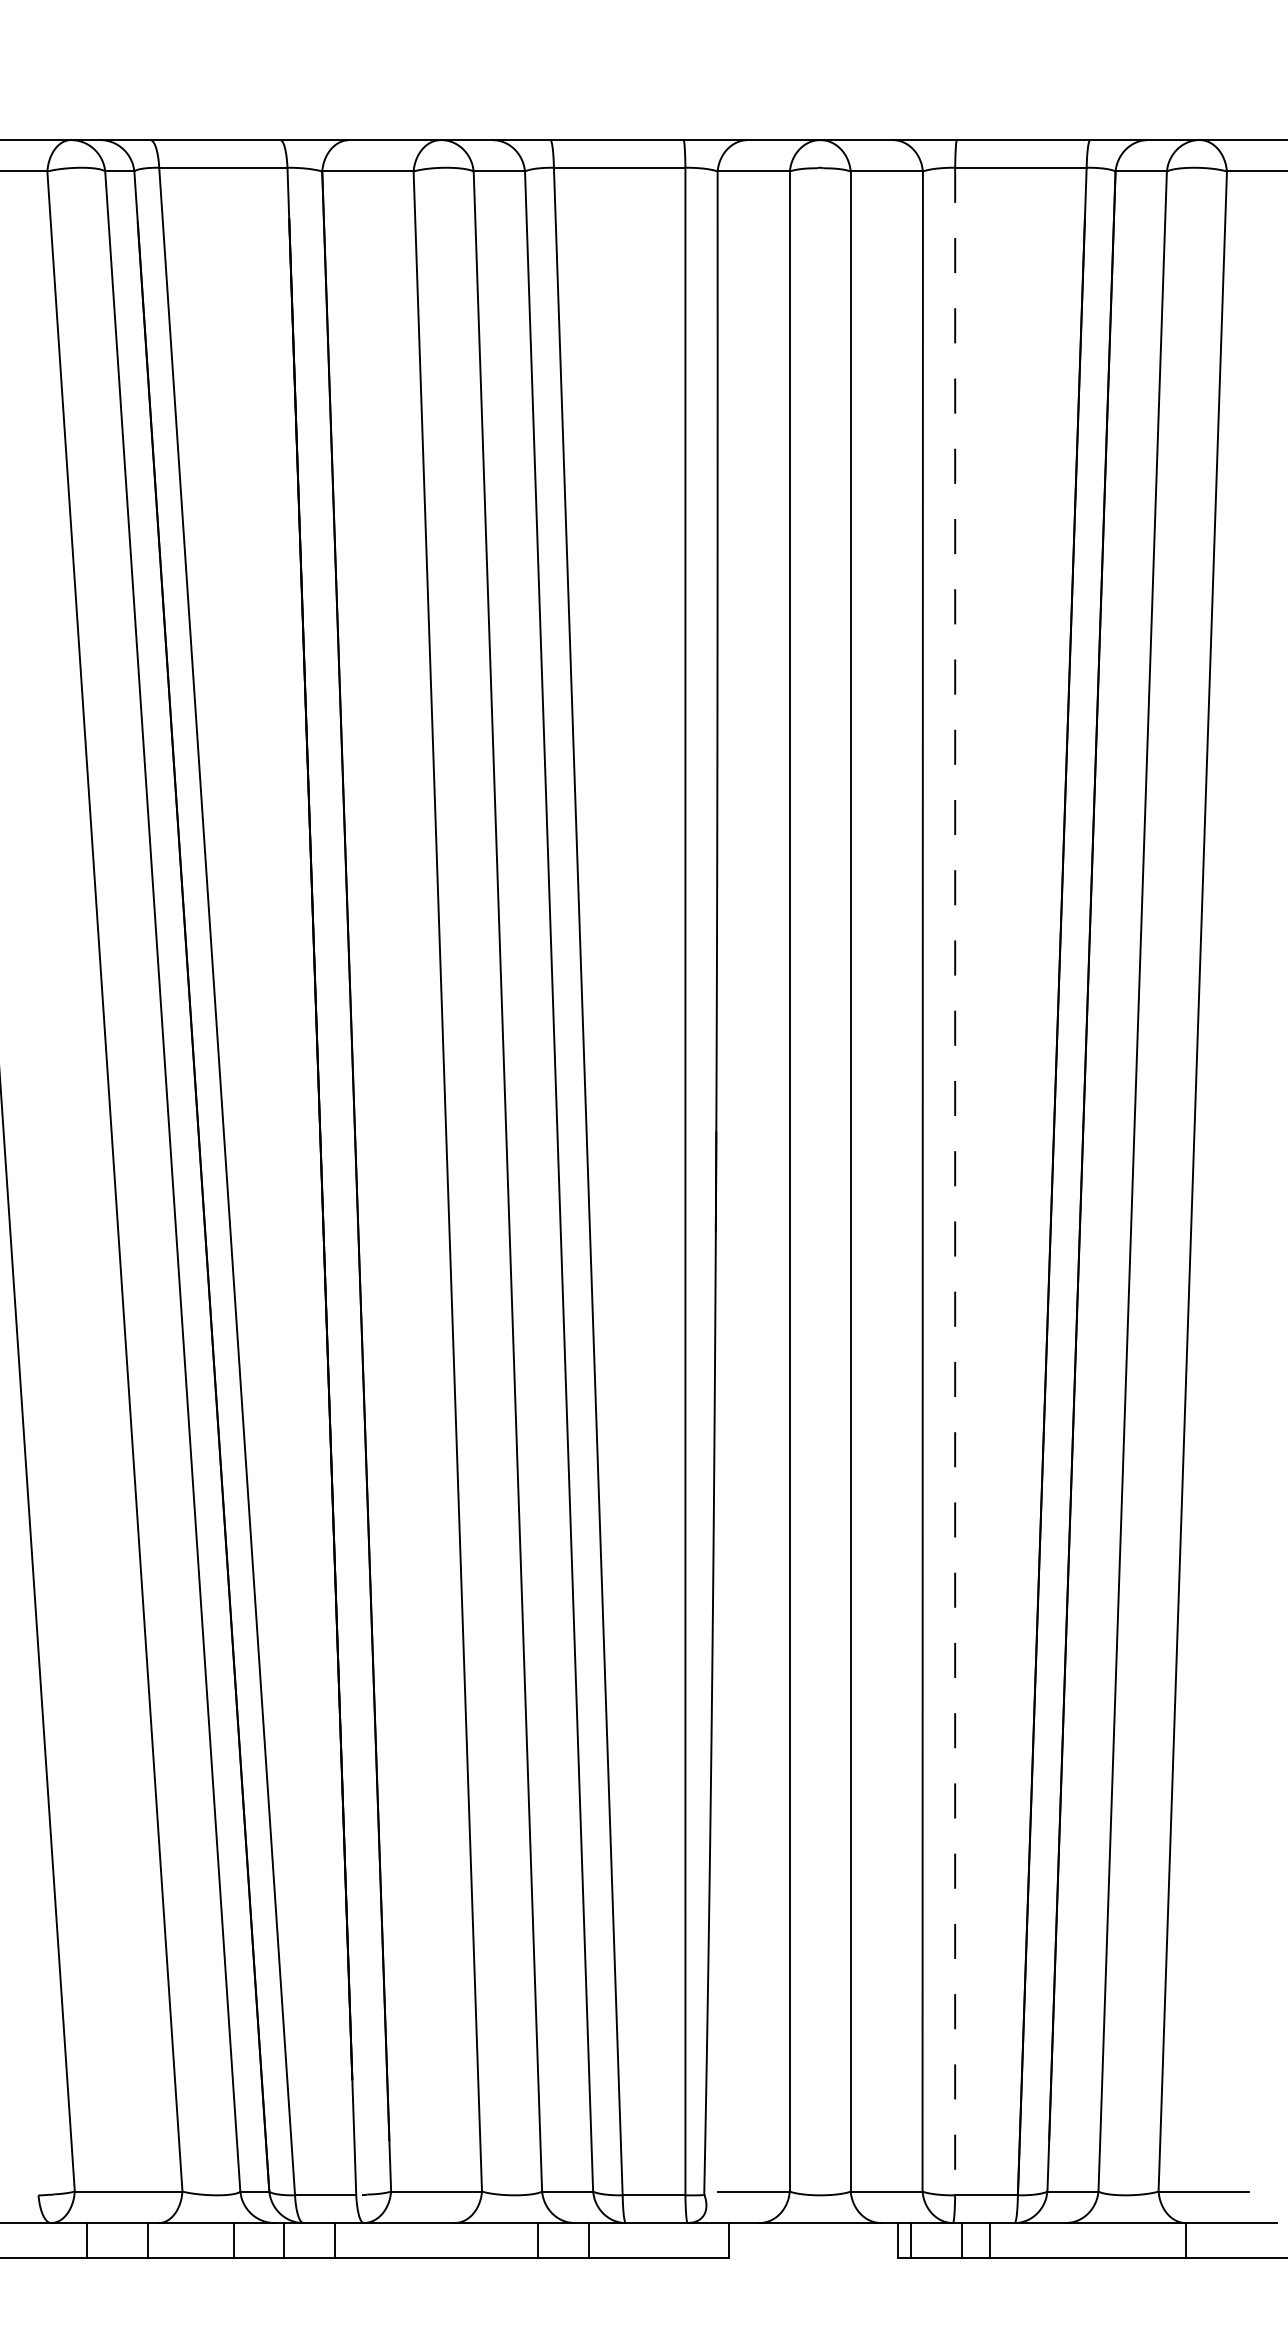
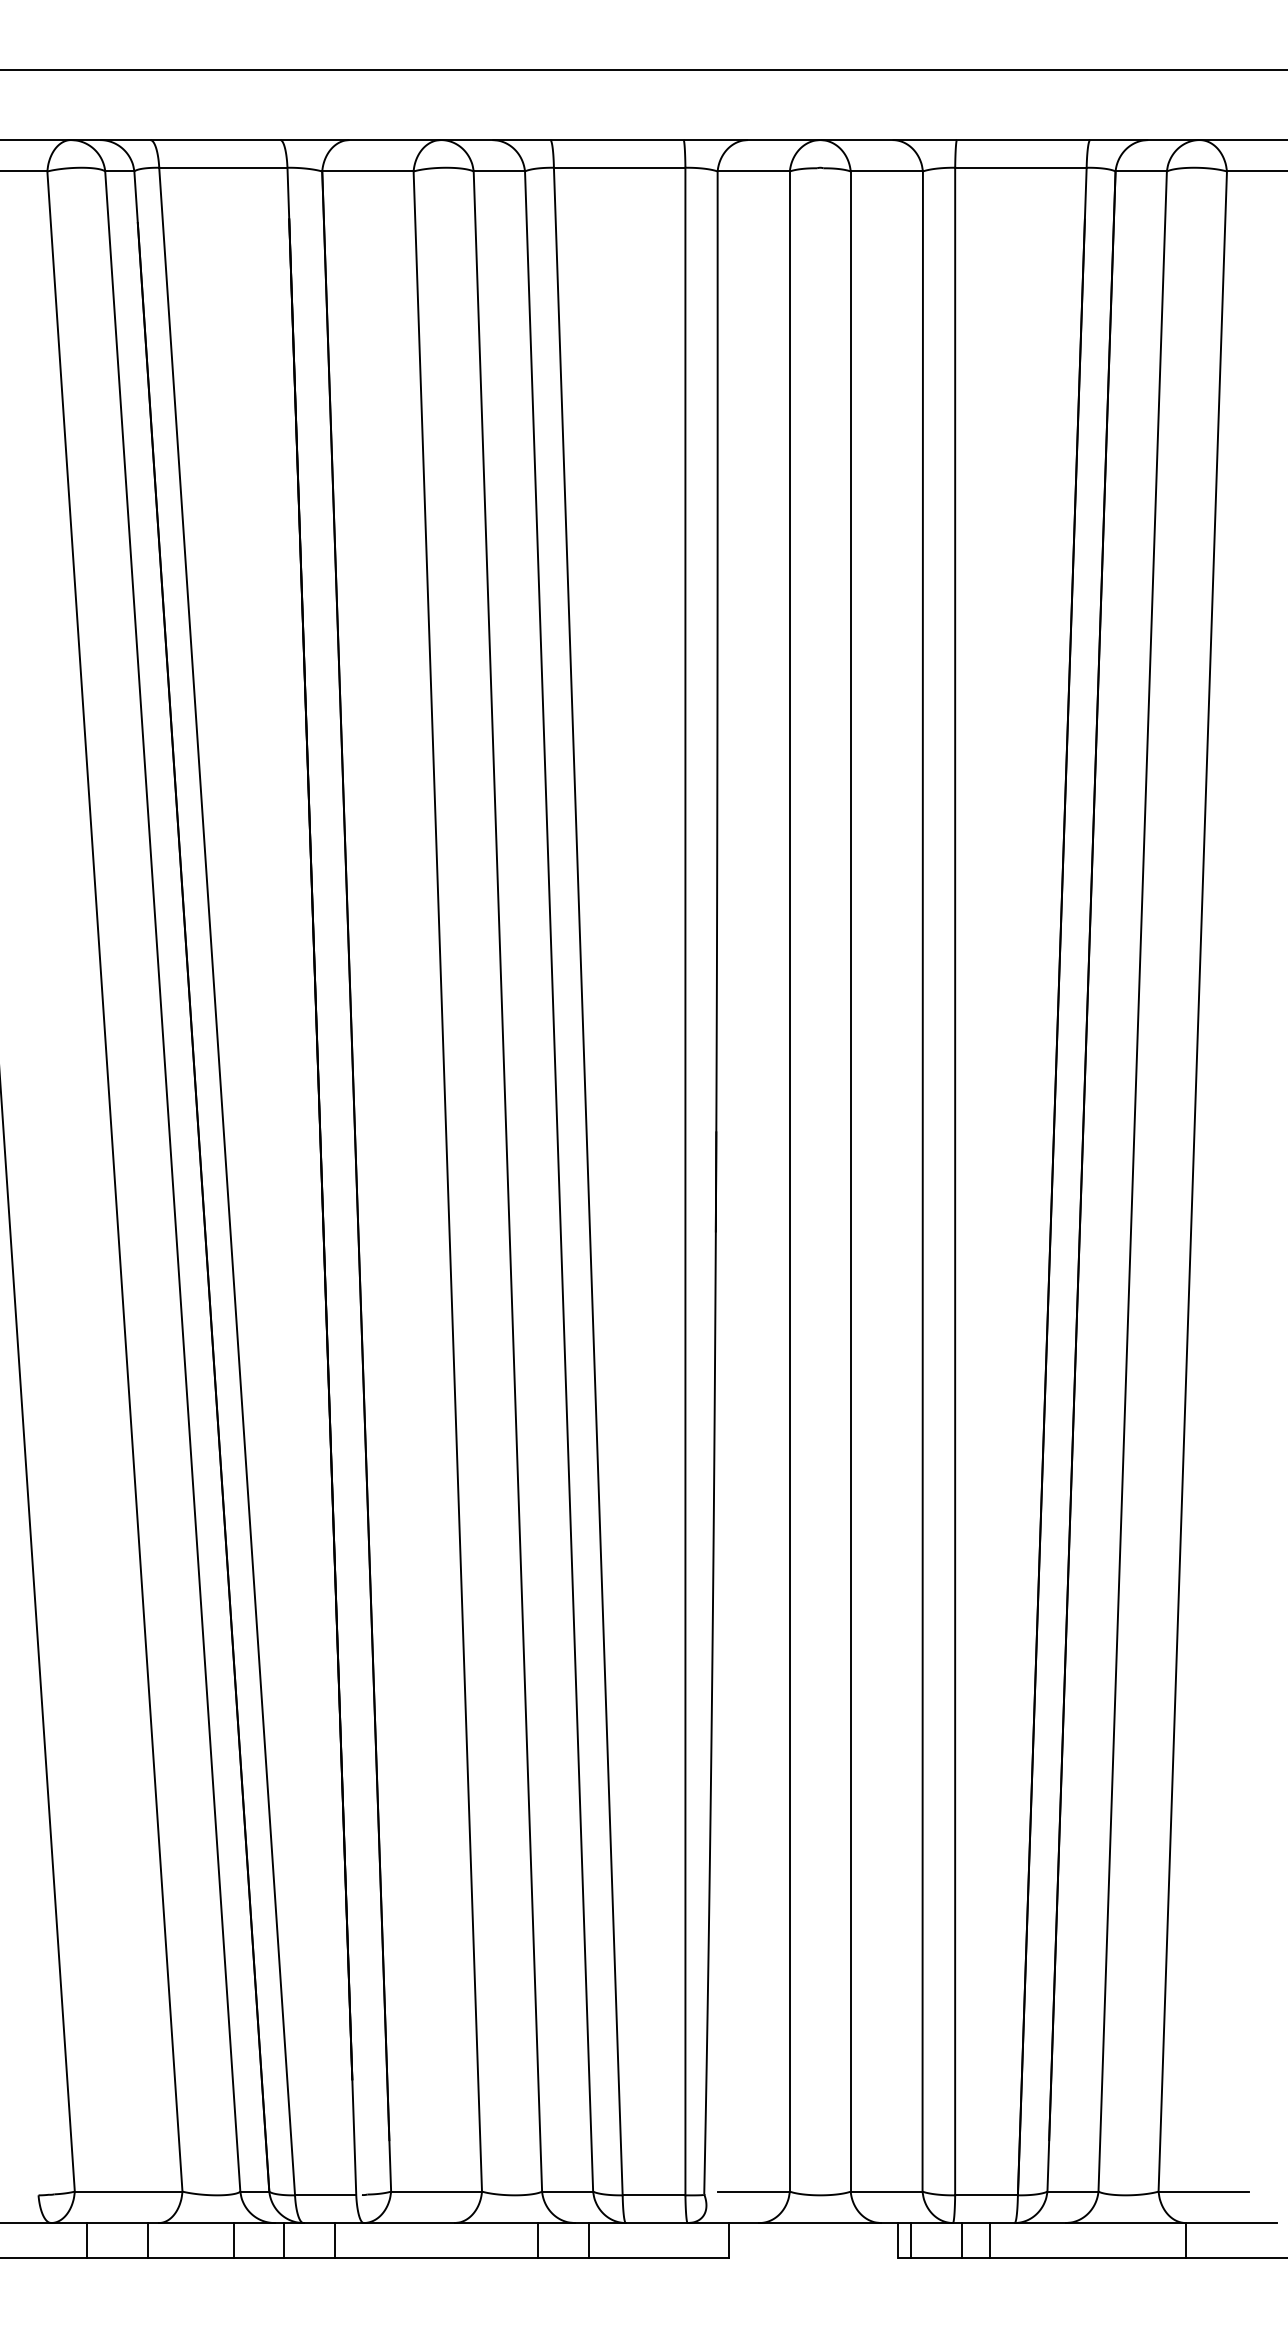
line at (643, 69): none -> present
line at (955, 1181): dashed -> solid
